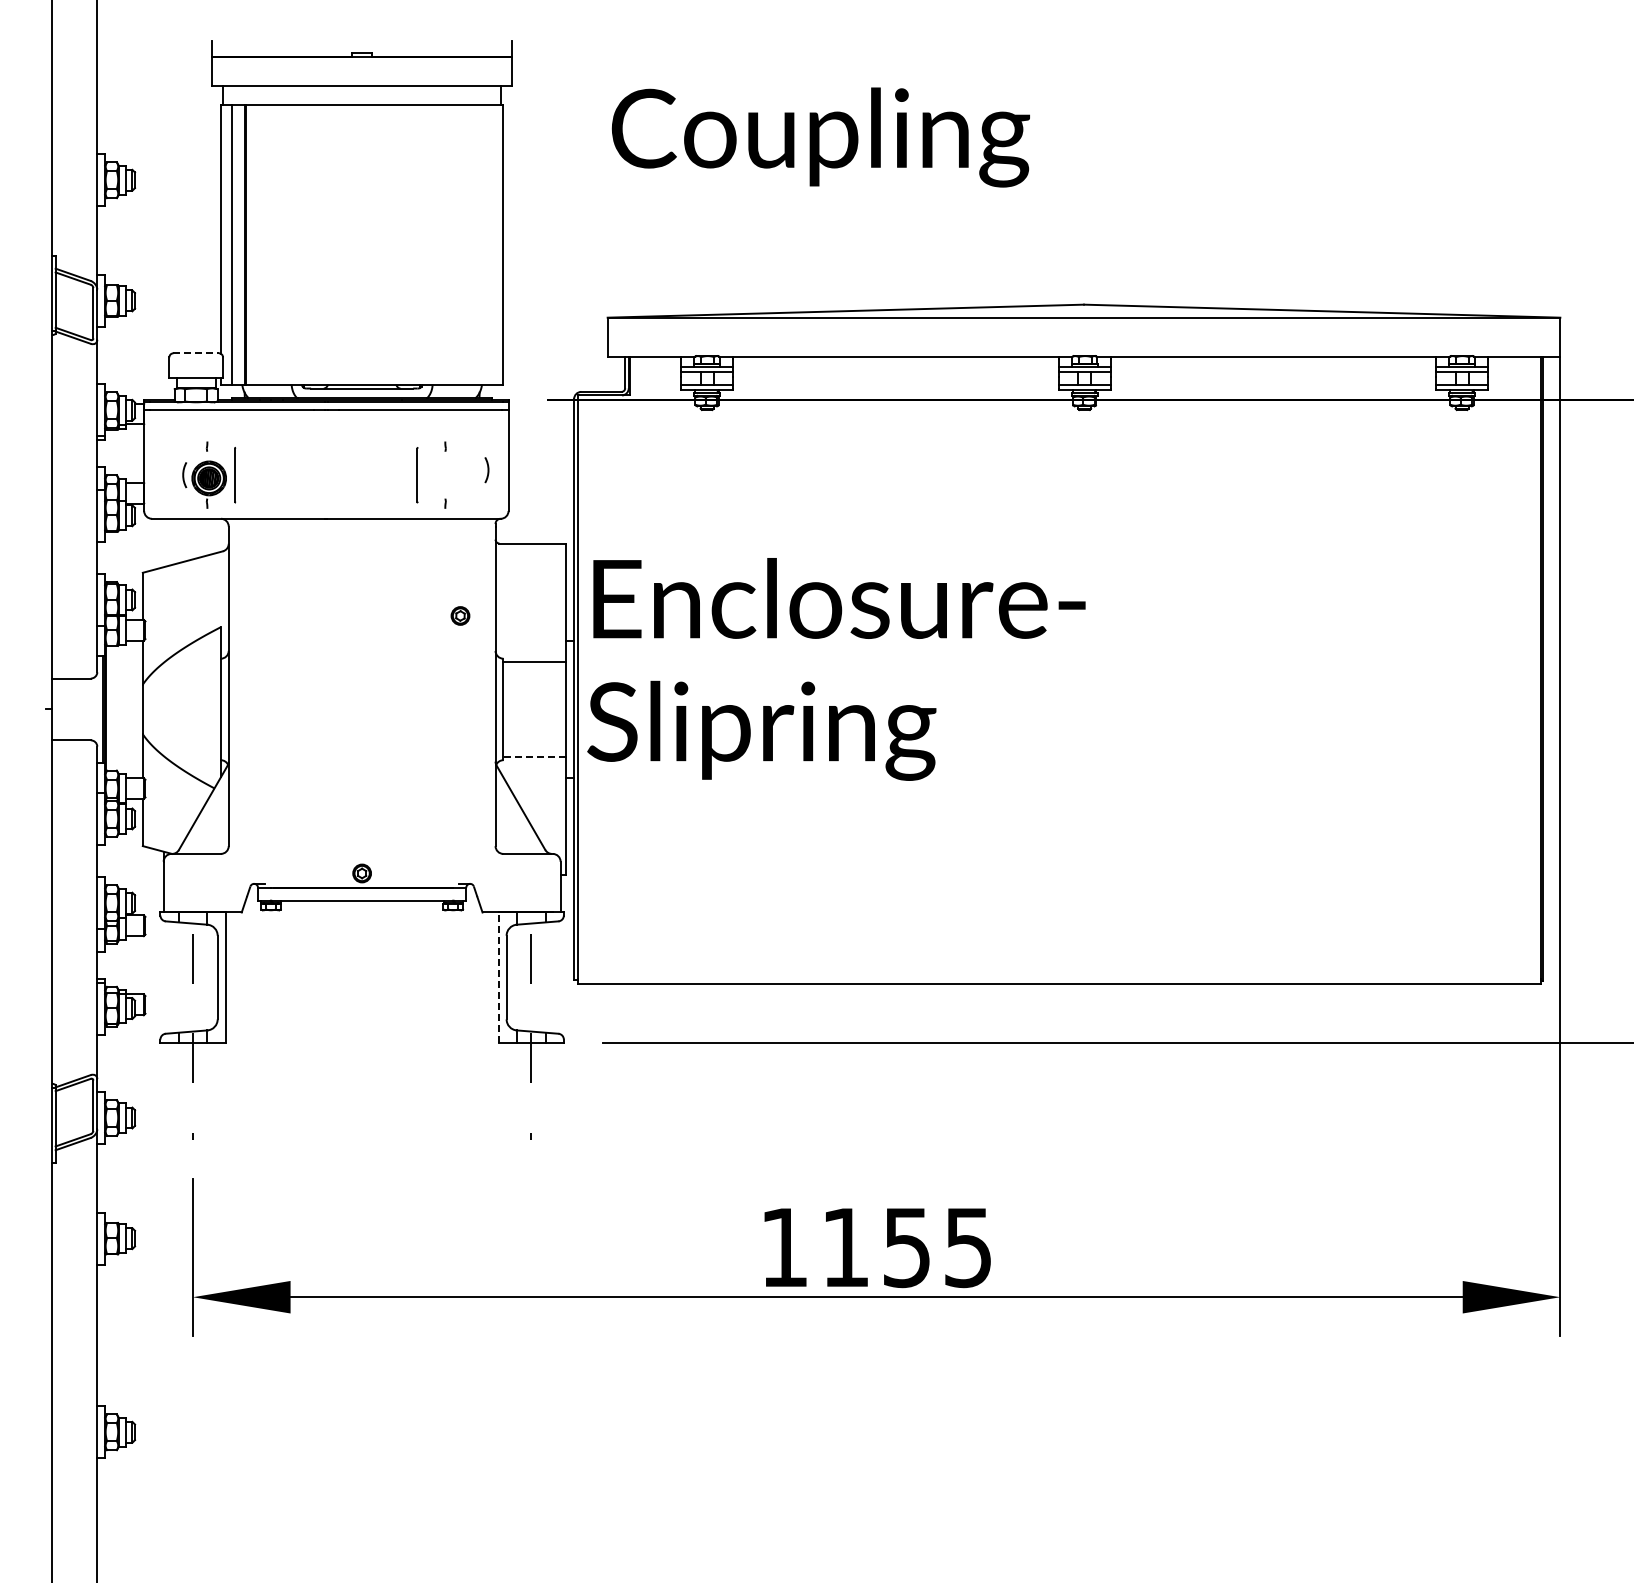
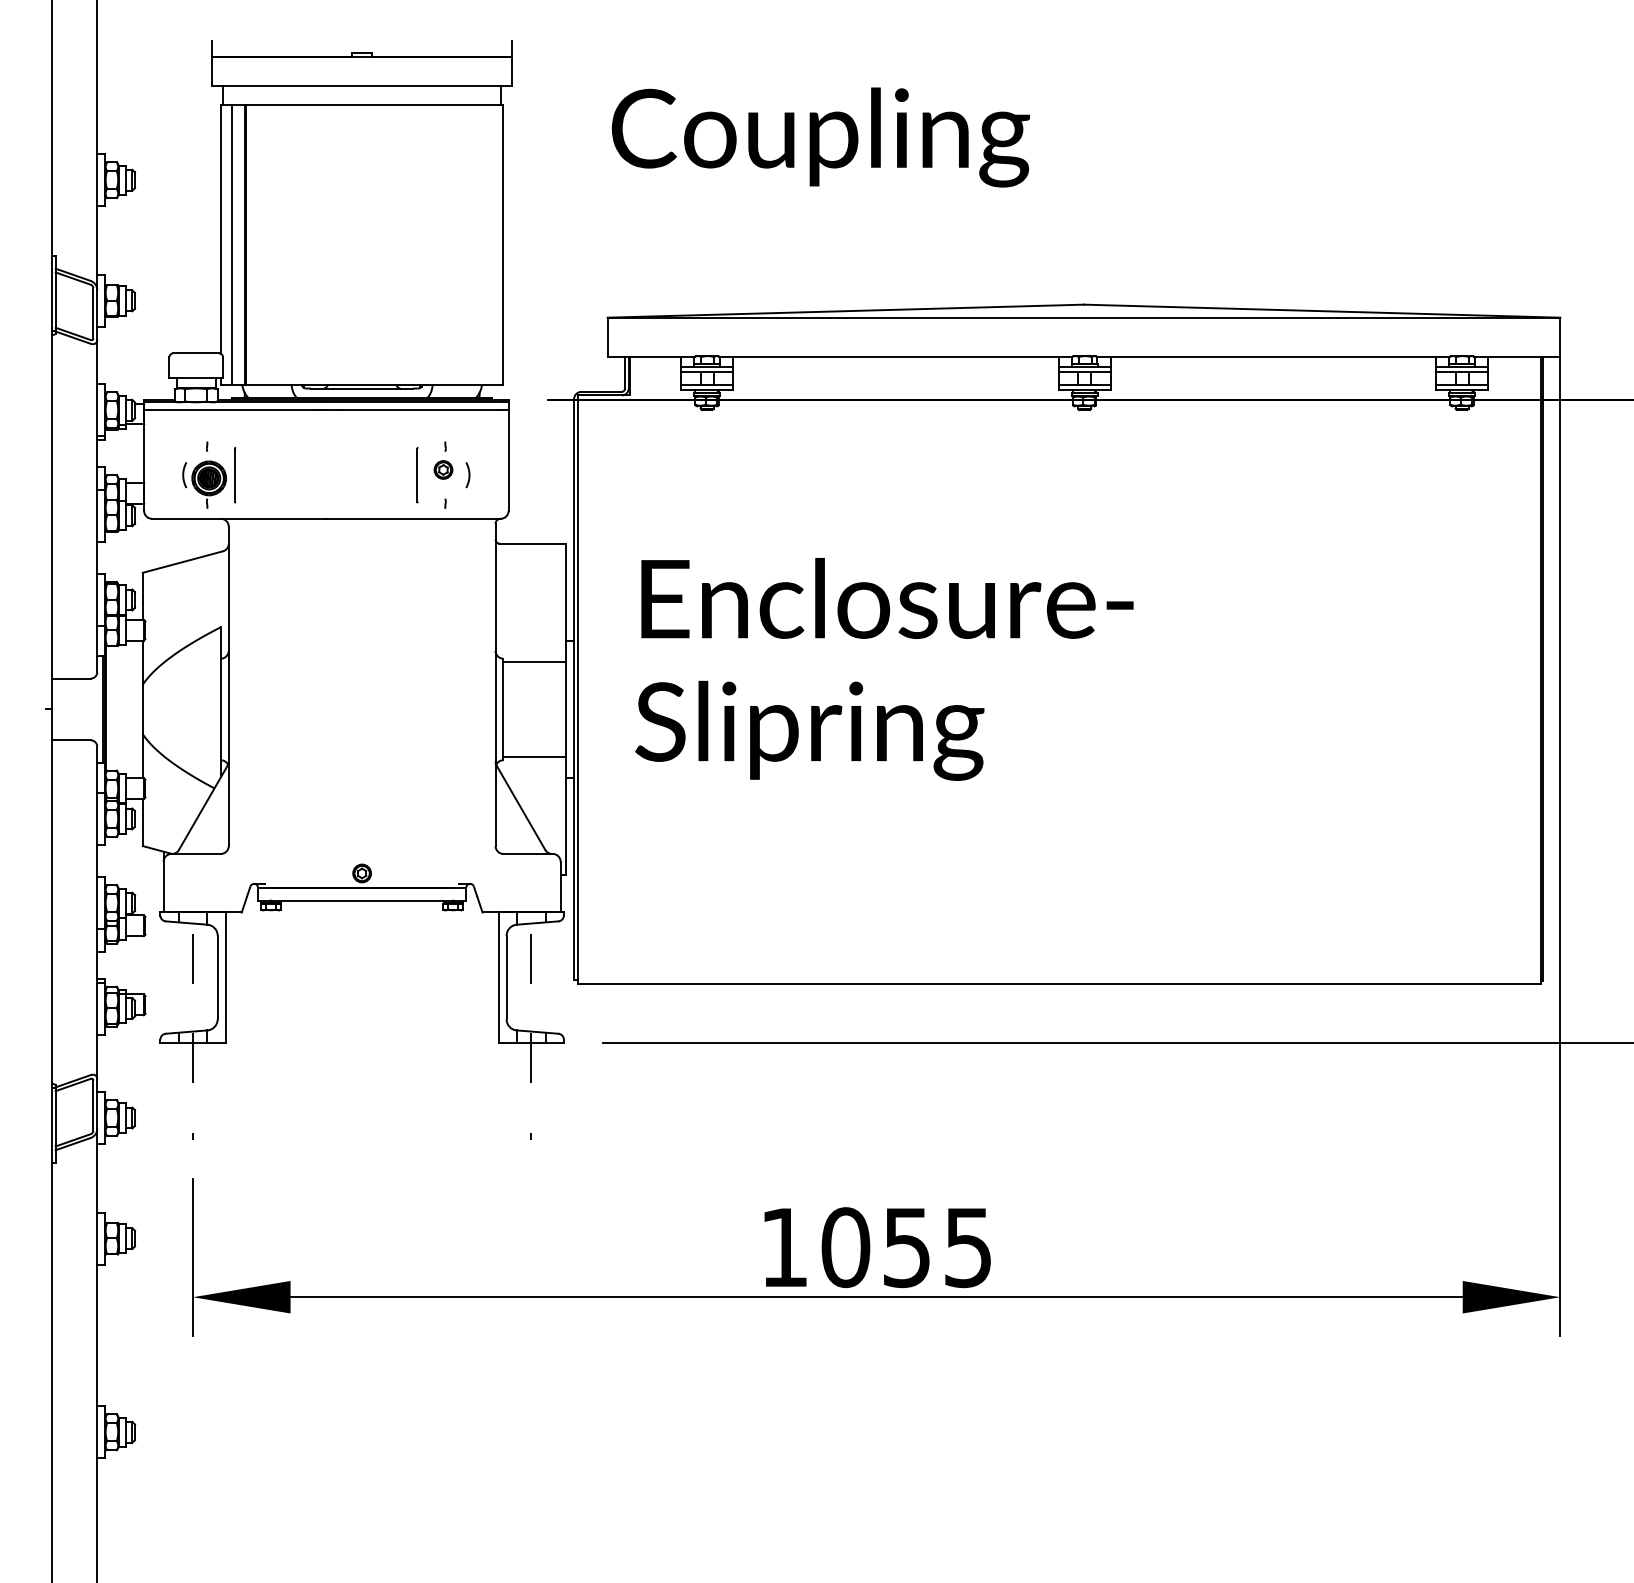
line at (196, 353): dashed -> solid
arc at (487, 470) position: (487, 470) -> (468, 475)
part at (460, 615) position: (460, 615) -> (443, 469)
text at (836, 669) position: (836, 669) -> (884, 669)
line at (534, 756): dashed -> solid
line at (498, 977): dashed -> solid
text at (845, 1247): 1155 -> 1055
